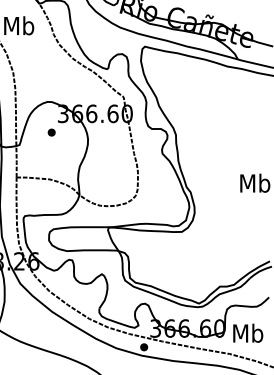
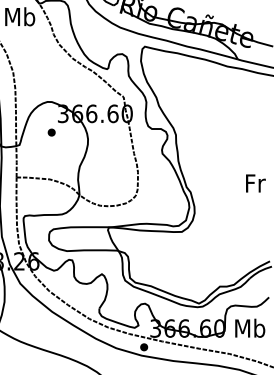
text at (19, 25) position: (19, 25) -> (20, 16)
text at (255, 182): Mb -> Fr
text at (248, 332) position: (248, 332) -> (250, 327)
